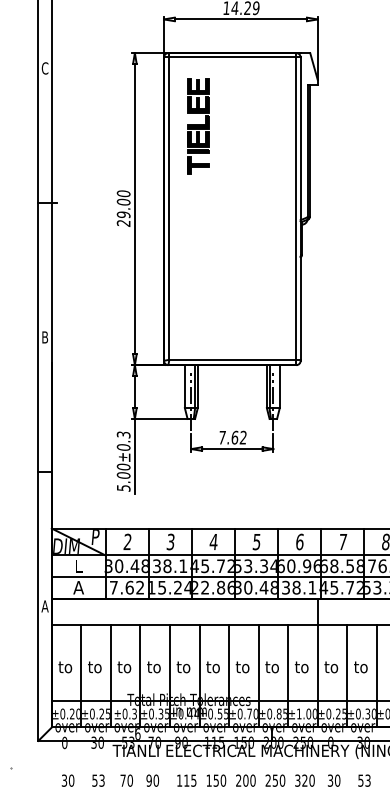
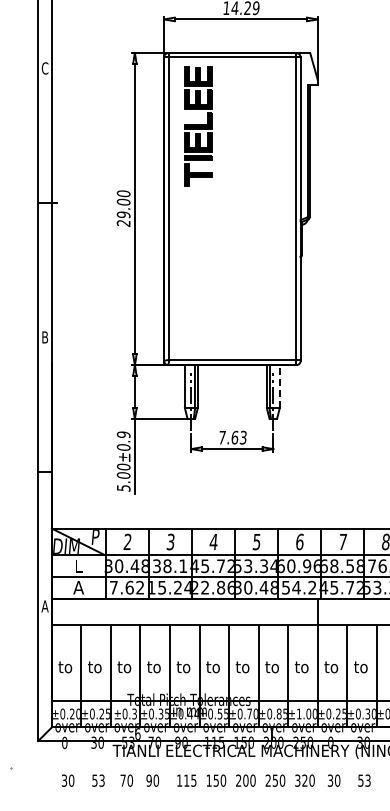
part at (198, 126) size: 23x97 px -> 29x121 px
line at (279, 386): solid -> dashed
text at (123, 434): 5.00±0.3 -> 5.00±0.9
text at (242, 437): 7.62 -> 7.63
text at (299, 587): 38.1 -> 54.2
